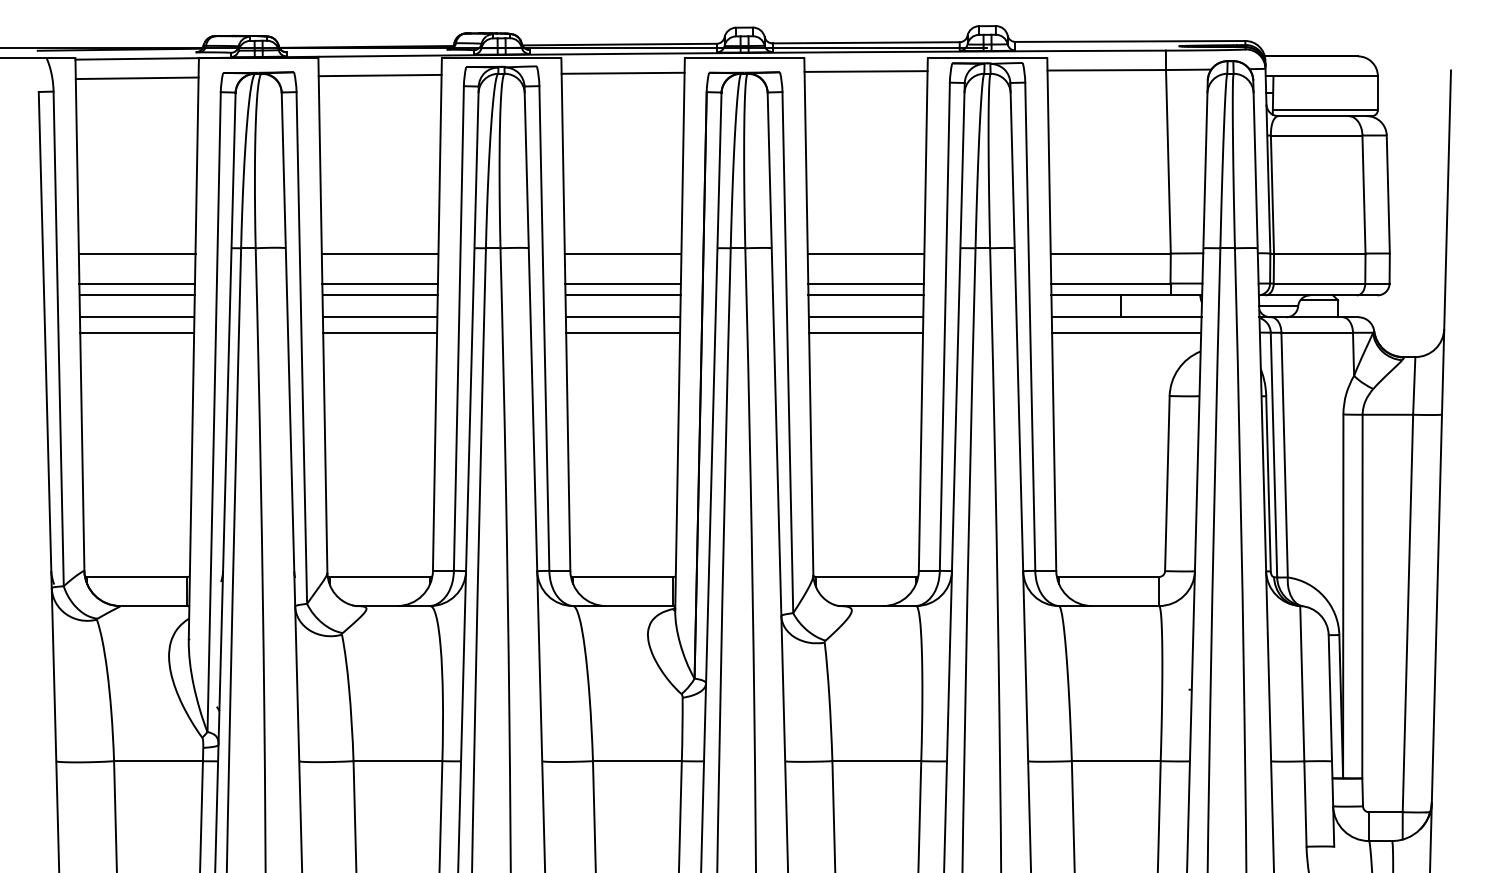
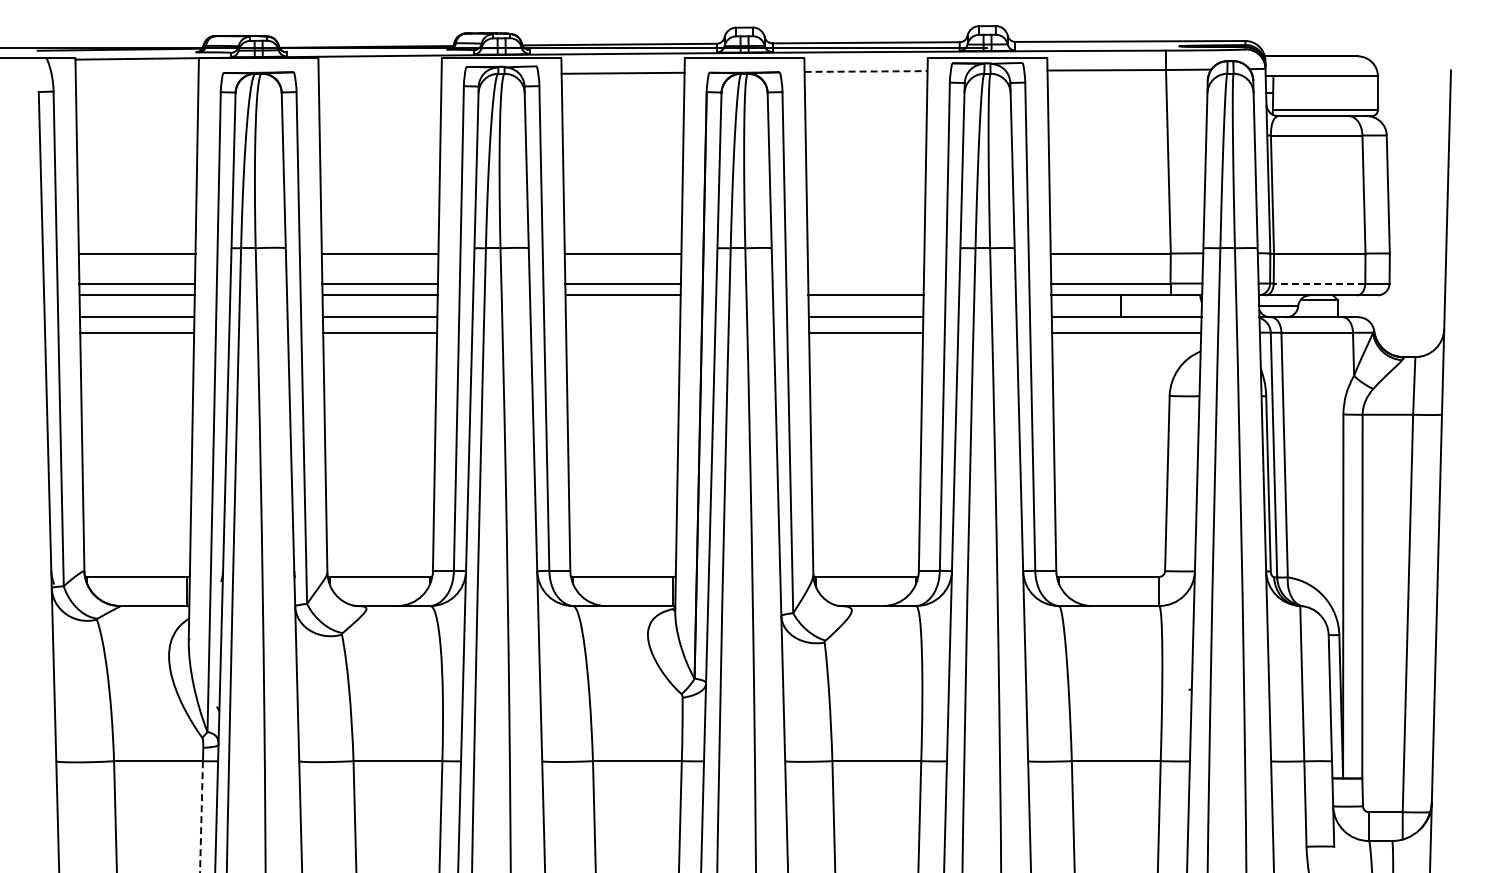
line at (866, 71): solid -> dashed
line at (379, 75): present -> none
line at (136, 78): present -> none
line at (865, 253): present -> none
line at (865, 283): present -> none
line at (1319, 283): solid -> dashed
line at (622, 317): present -> none
line at (623, 332): present -> none
line at (201, 817): solid -> dashed
